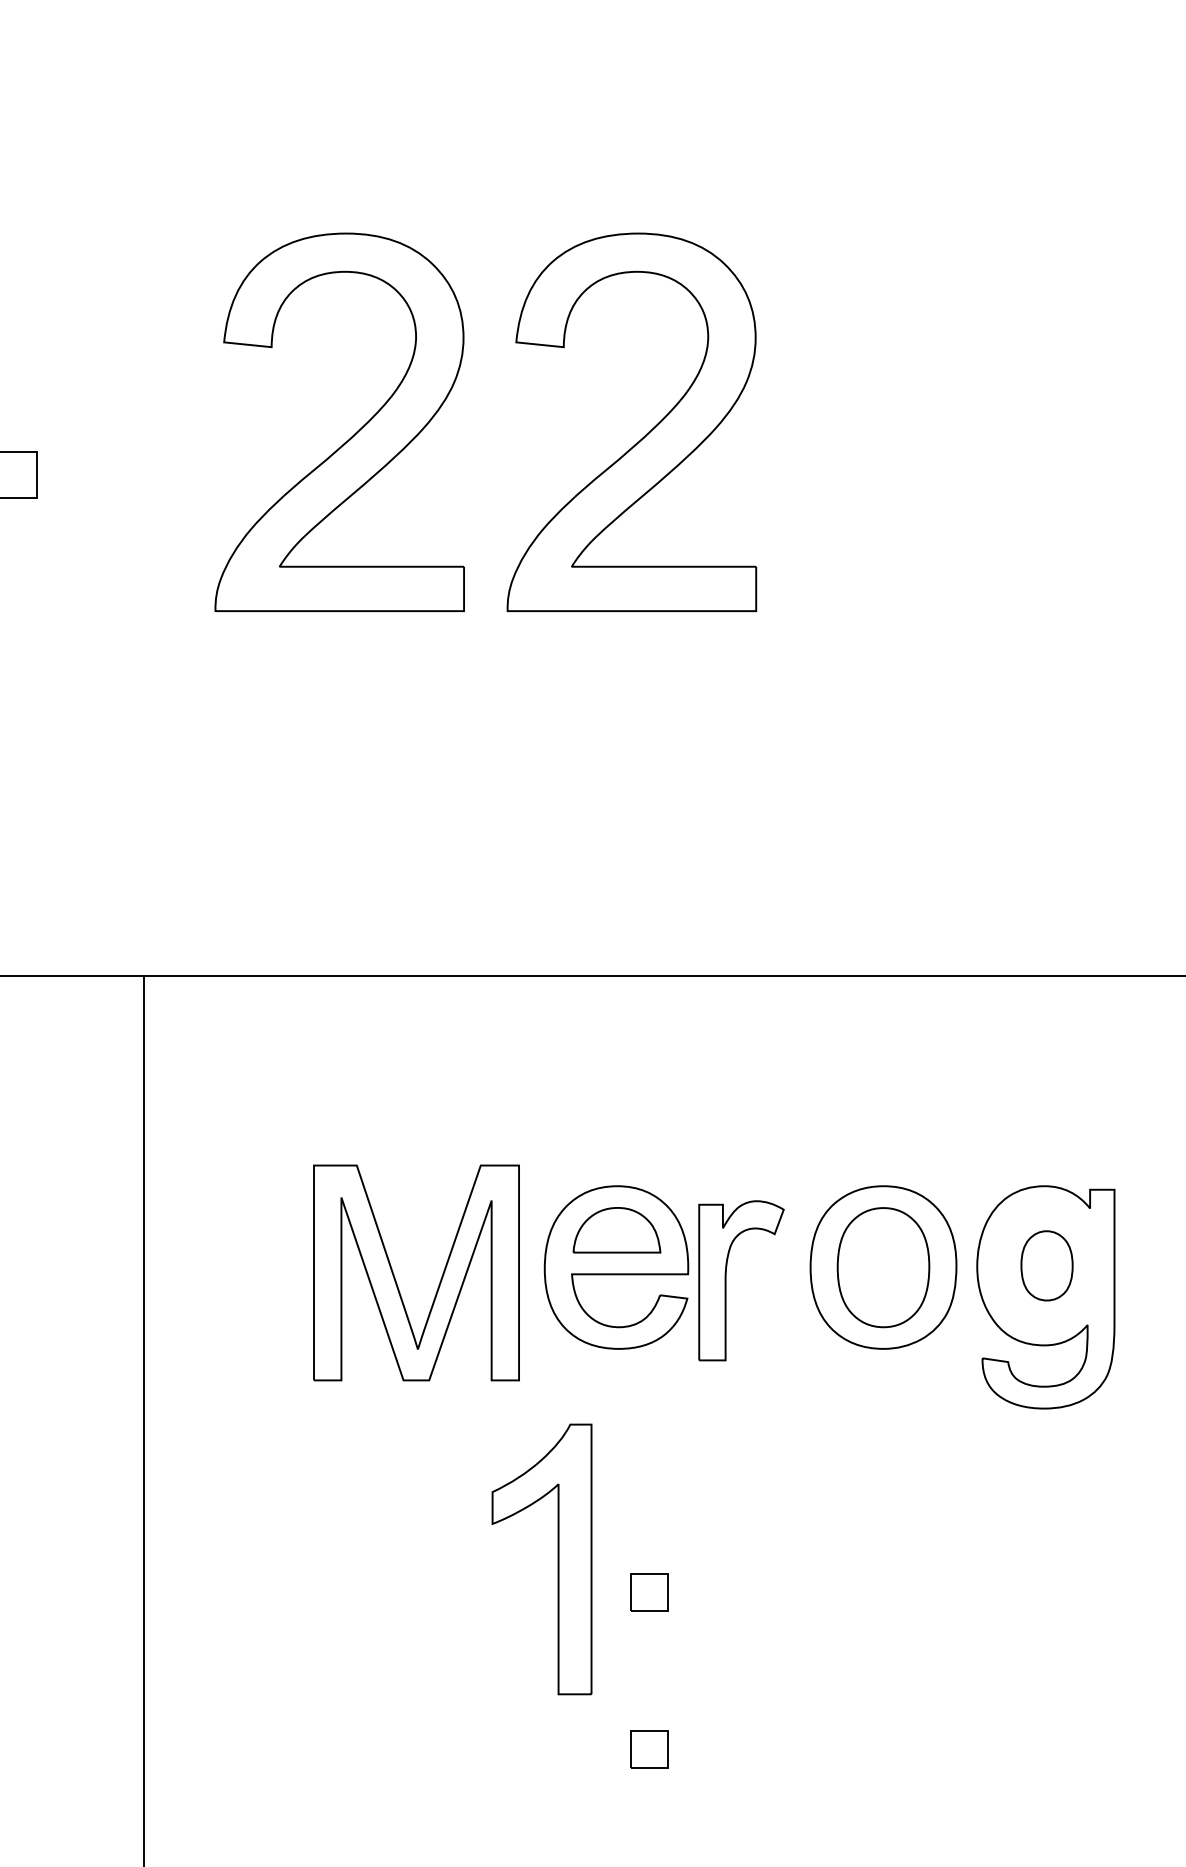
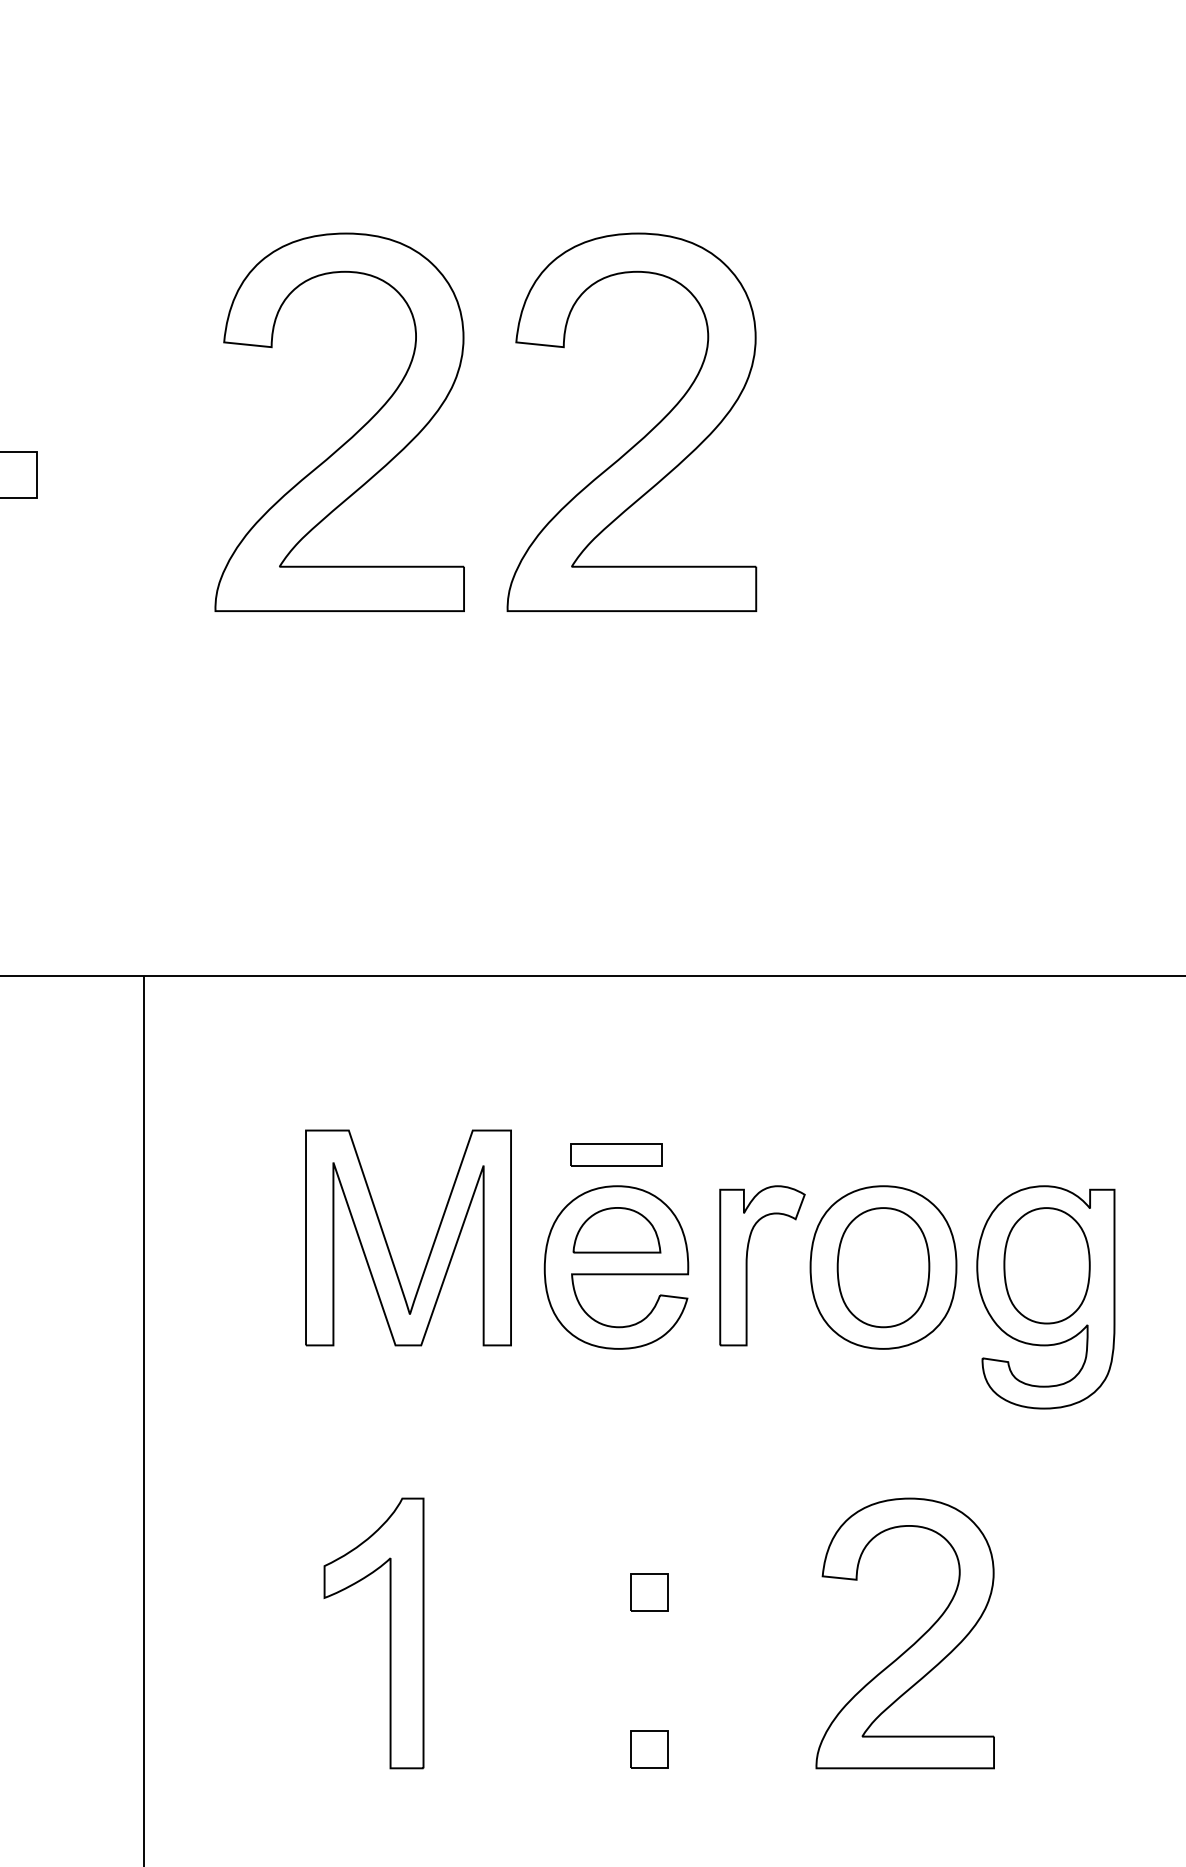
part at (616, 1154): none -> present
part at (1046, 1265) size: 54x72 px -> 88x118 px
part at (396, 1280) position: (396, 1280) -> (388, 1245)
part at (726, 1280) position: (726, 1280) -> (747, 1265)
part at (557, 1559) position: (557, 1559) -> (389, 1633)
part at (914, 1642): none -> present
